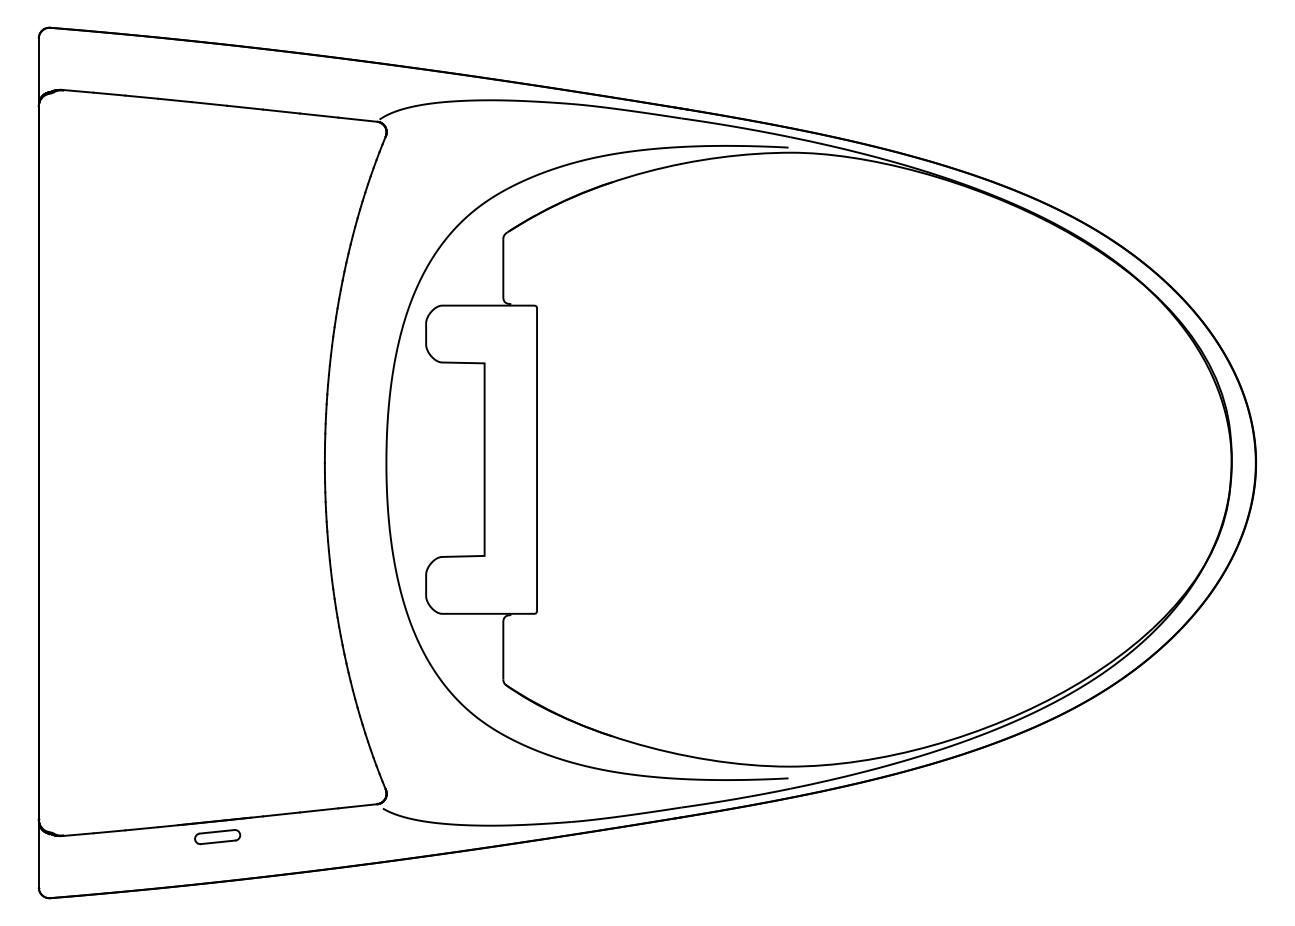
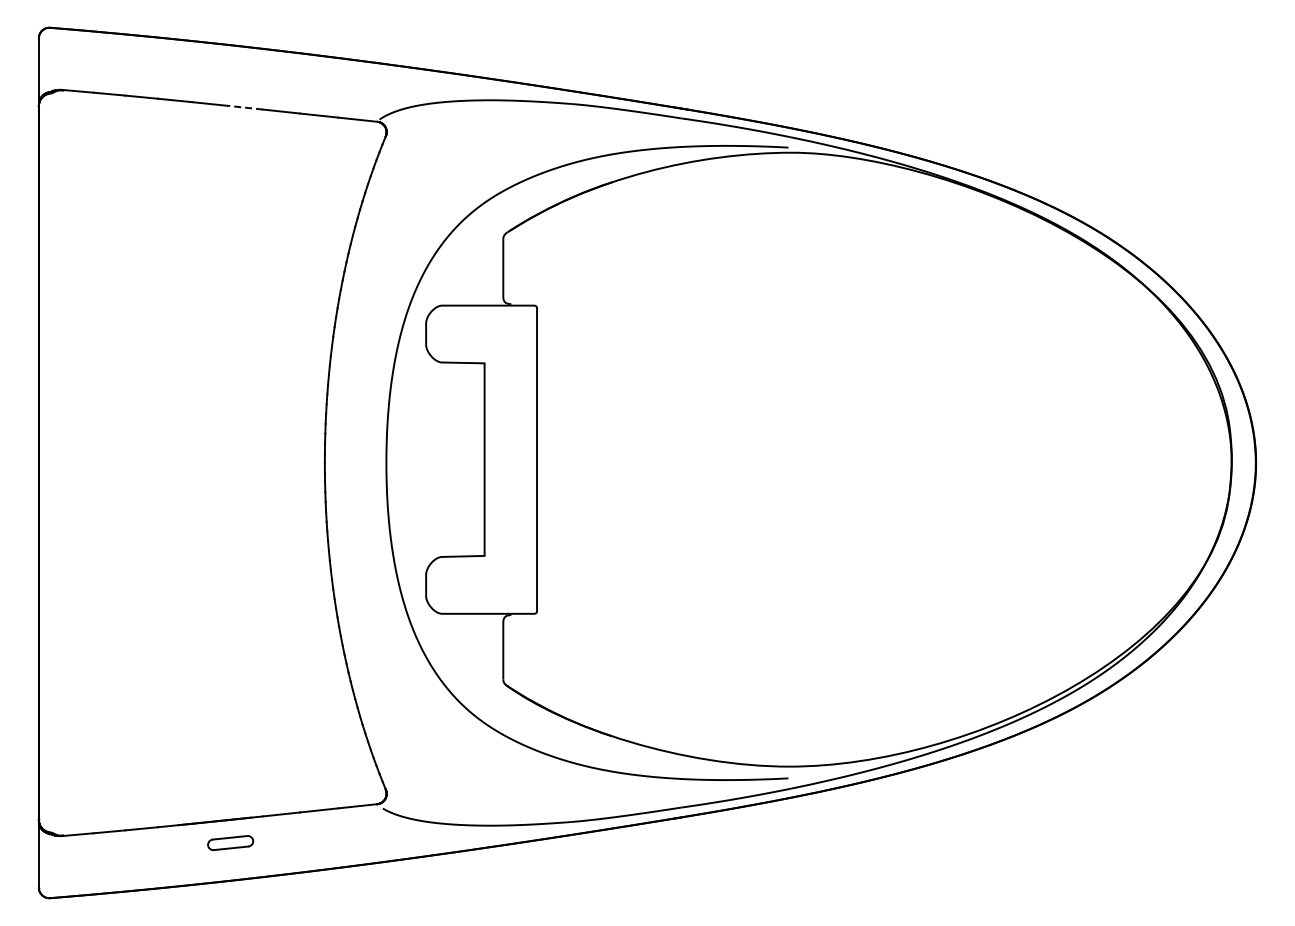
line at (244, 107): solid -> dashed
part at (217, 837) position: (217, 837) -> (230, 843)
